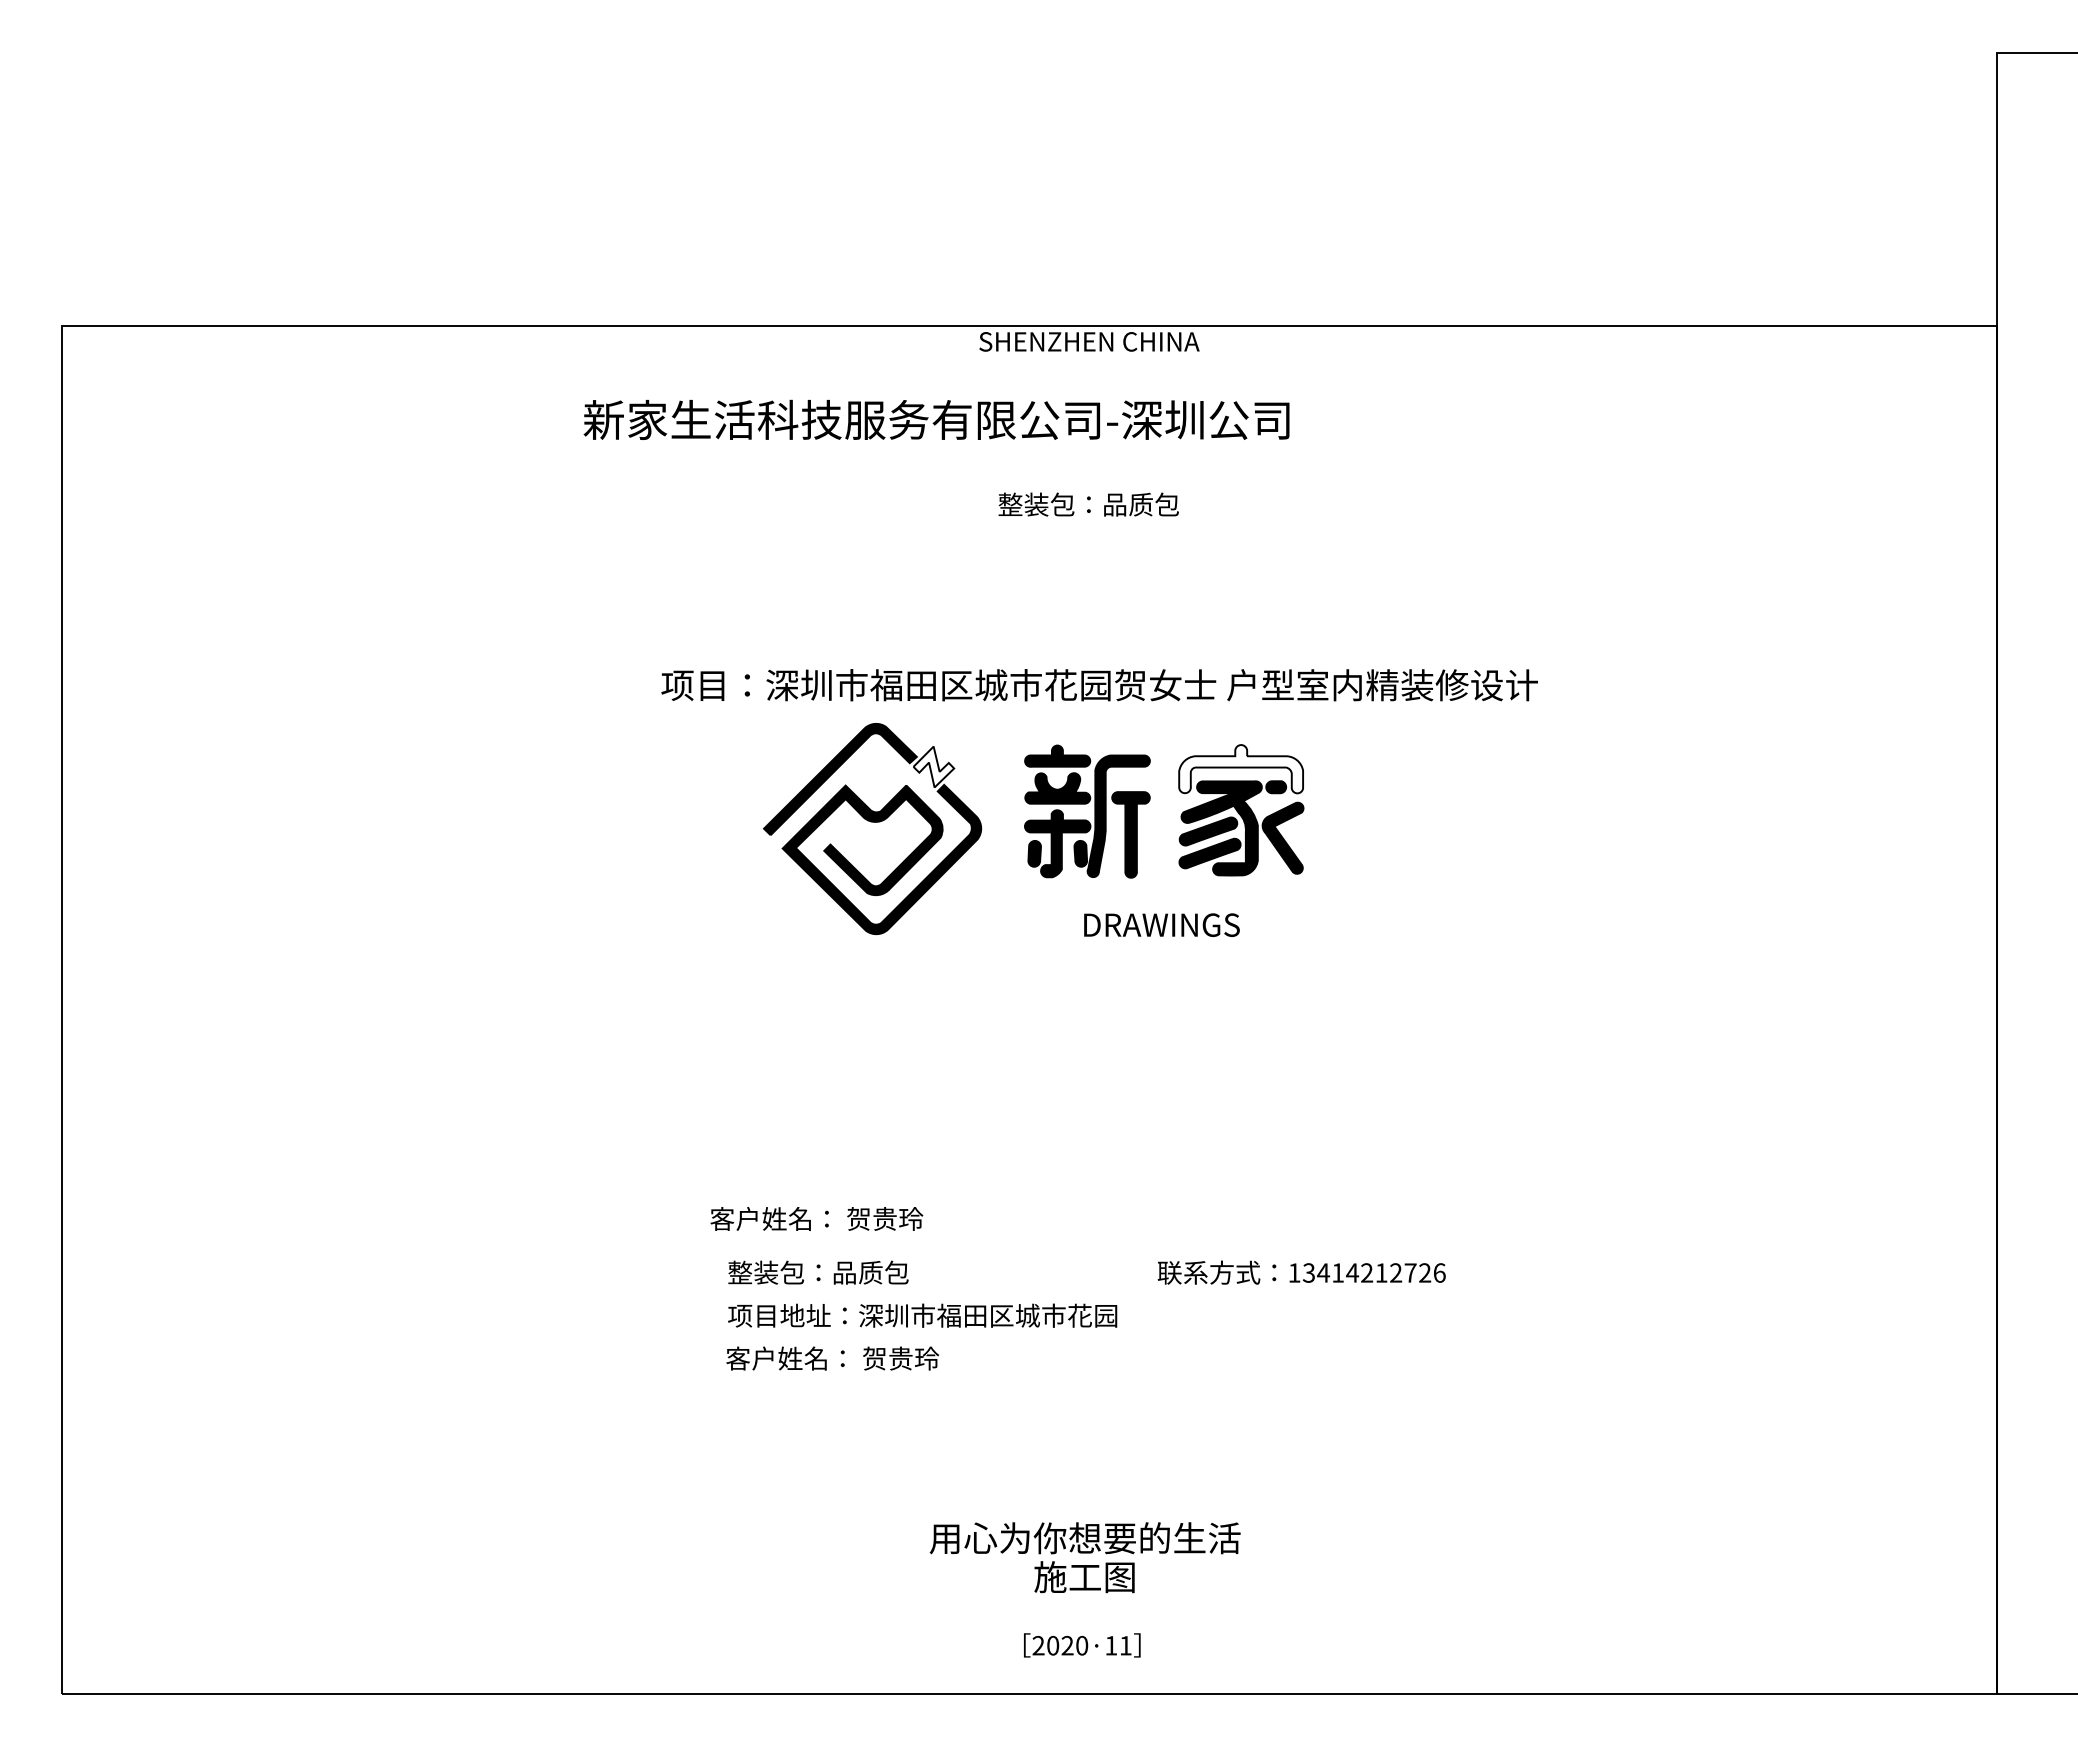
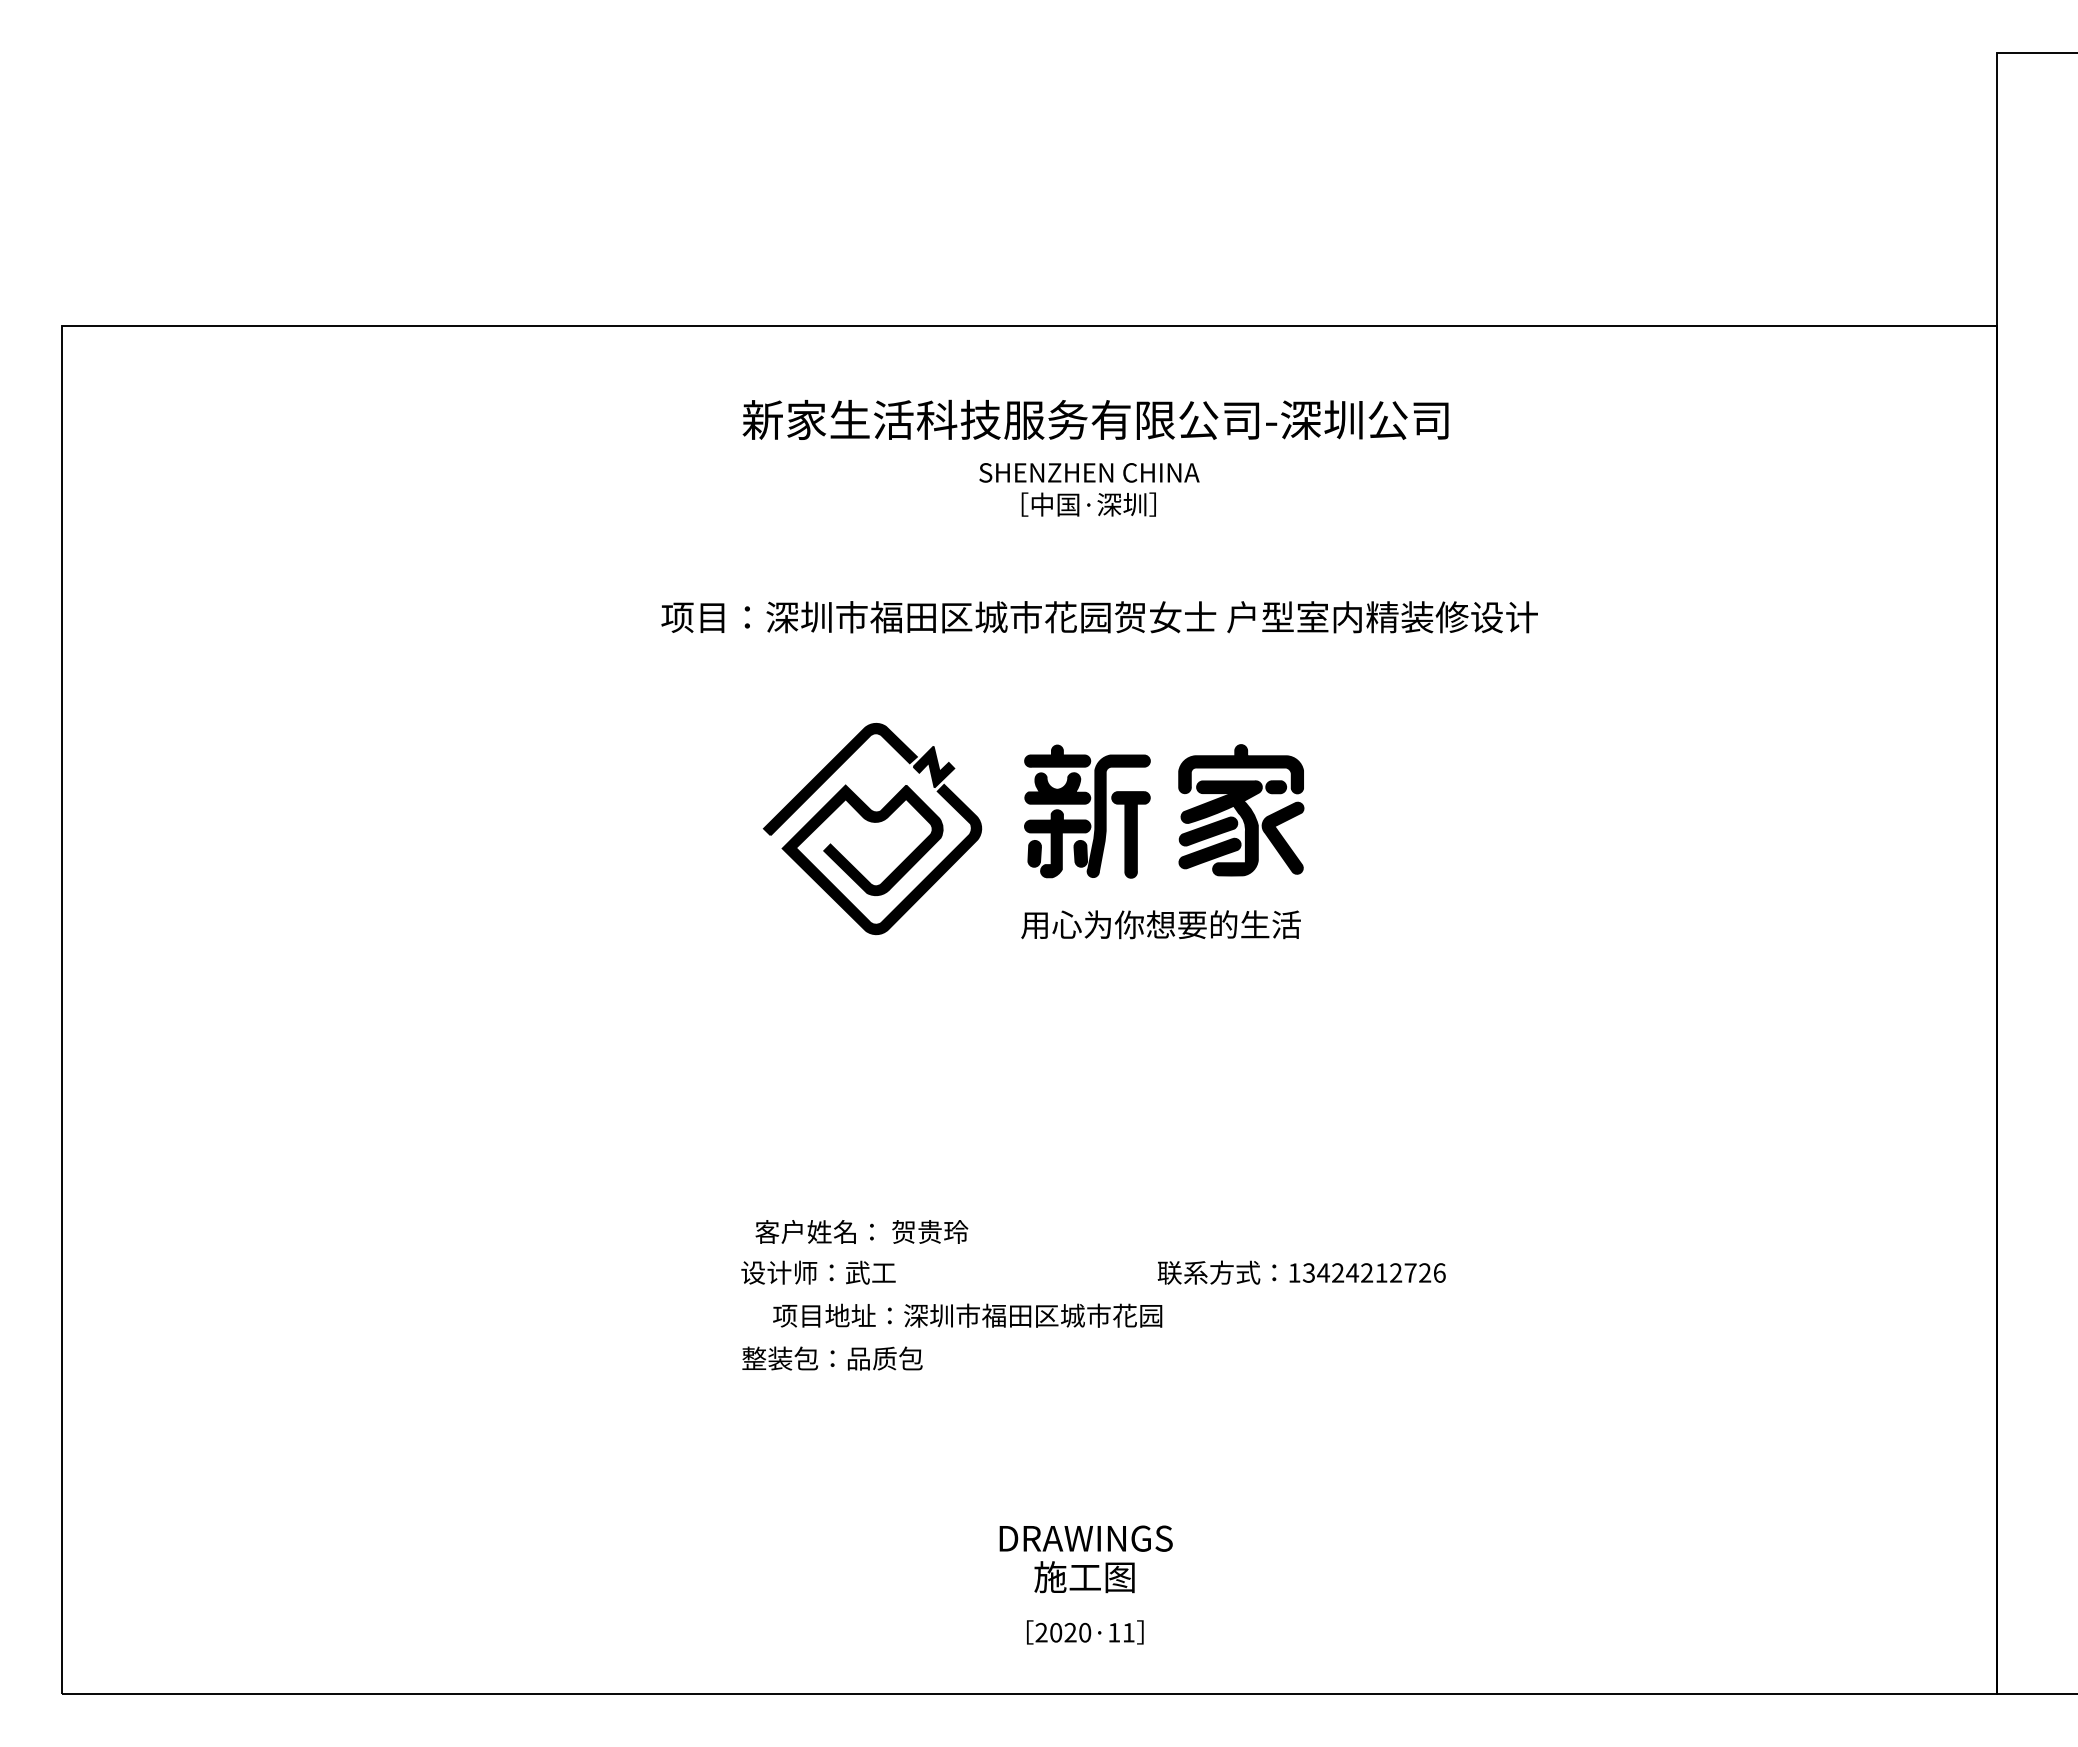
text at (1089, 341) position: (1089, 341) -> (1089, 472)
text at (936, 419) position: (936, 419) -> (1095, 419)
text at (1088, 504): 整装包：品质包 -> ［中国·深圳］
text at (1099, 685) position: (1099, 685) -> (1099, 617)
fill at (933, 766): none -> present
fill at (1241, 769): none -> present
text at (1160, 924): DRAWINGS -> 用心为你想要的生活
text at (816, 1218) position: (816, 1218) -> (861, 1231)
text at (818, 1272): 整装包：品质包 -> 设计师：武工
text at (1338, 1272): 13414212726 -> 13424212726
text at (922, 1315) position: (922, 1315) -> (967, 1315)
text at (832, 1358): 客户姓名： 贺贵玲 -> 整装包：品质包
text at (1084, 1538): 用心为你想要的生活 -> DRAWINGS
text at (1082, 1645) position: (1082, 1645) -> (1085, 1632)
